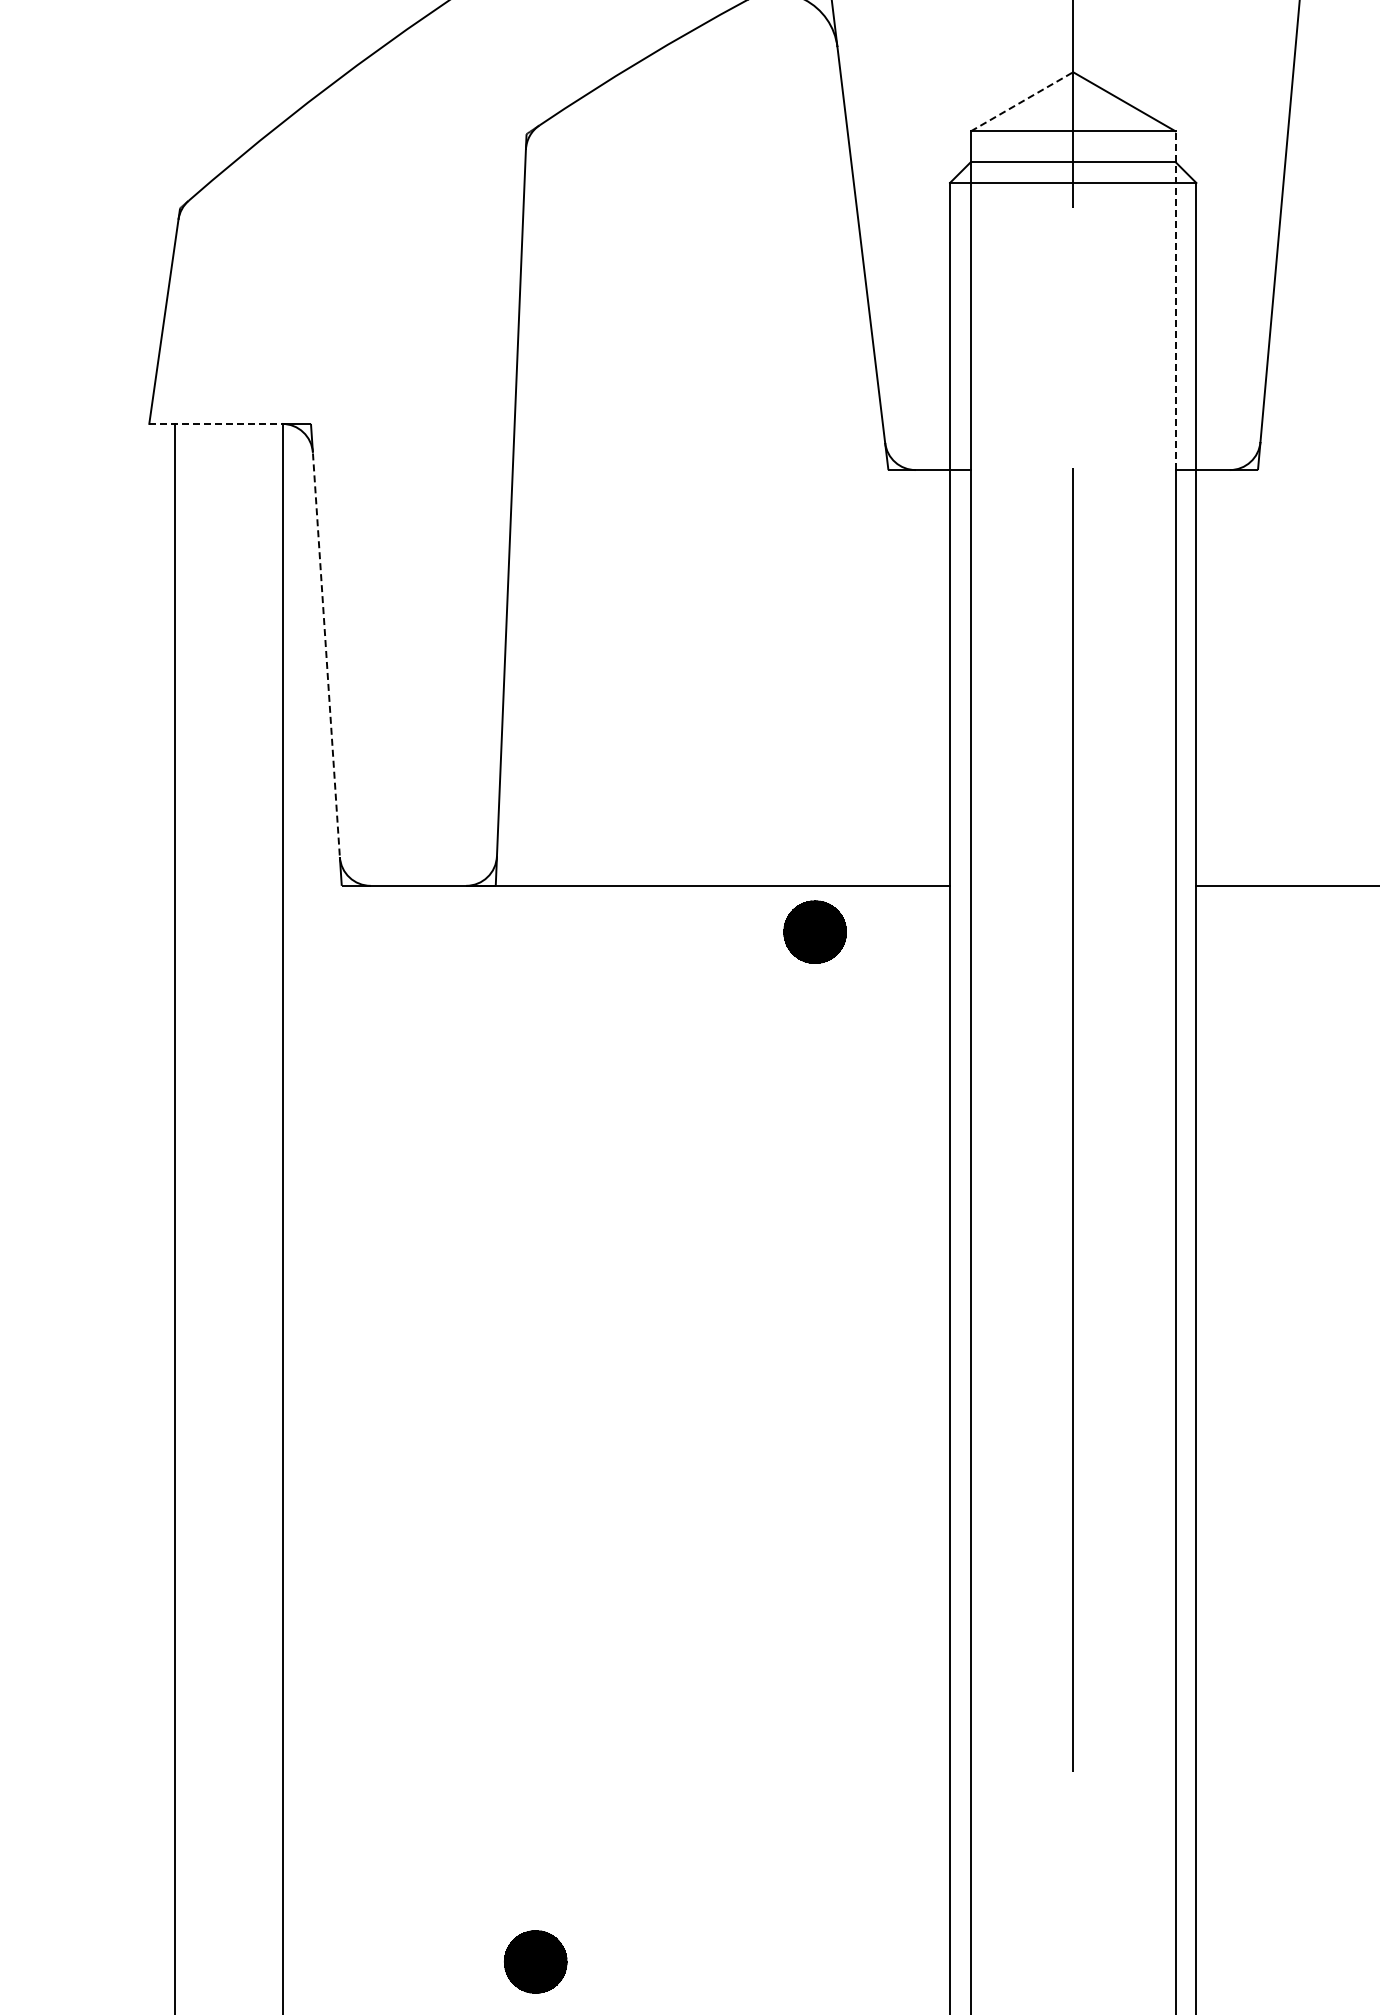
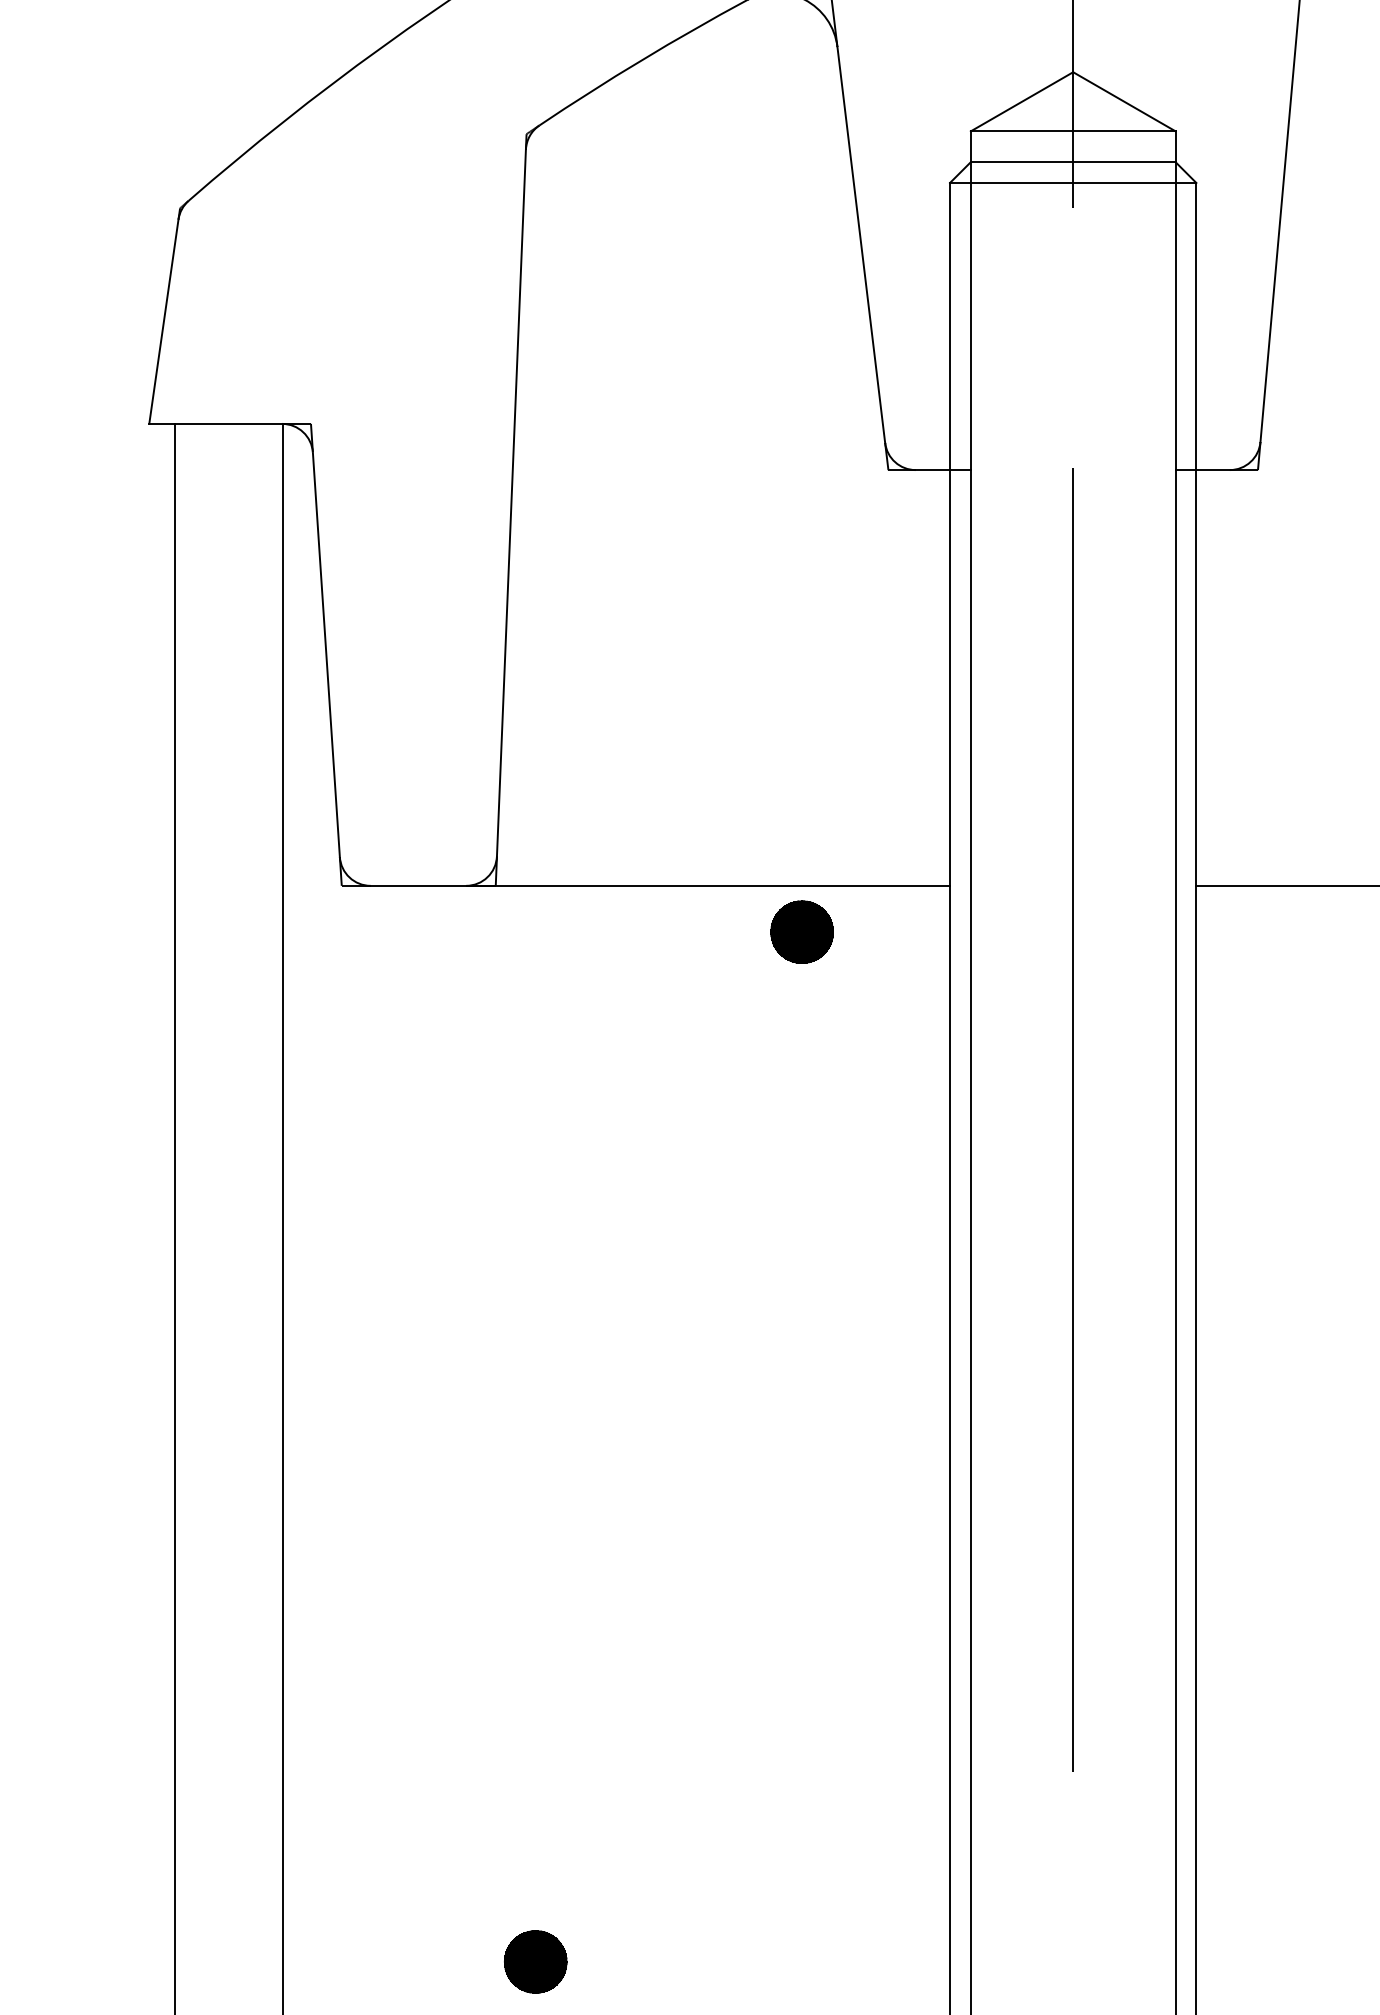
line at (1022, 101): dashed -> solid
line at (1175, 300): dashed -> solid
line at (216, 423): dashed -> solid
line at (326, 655): dashed -> solid
part at (814, 931) position: (814, 931) -> (801, 931)
